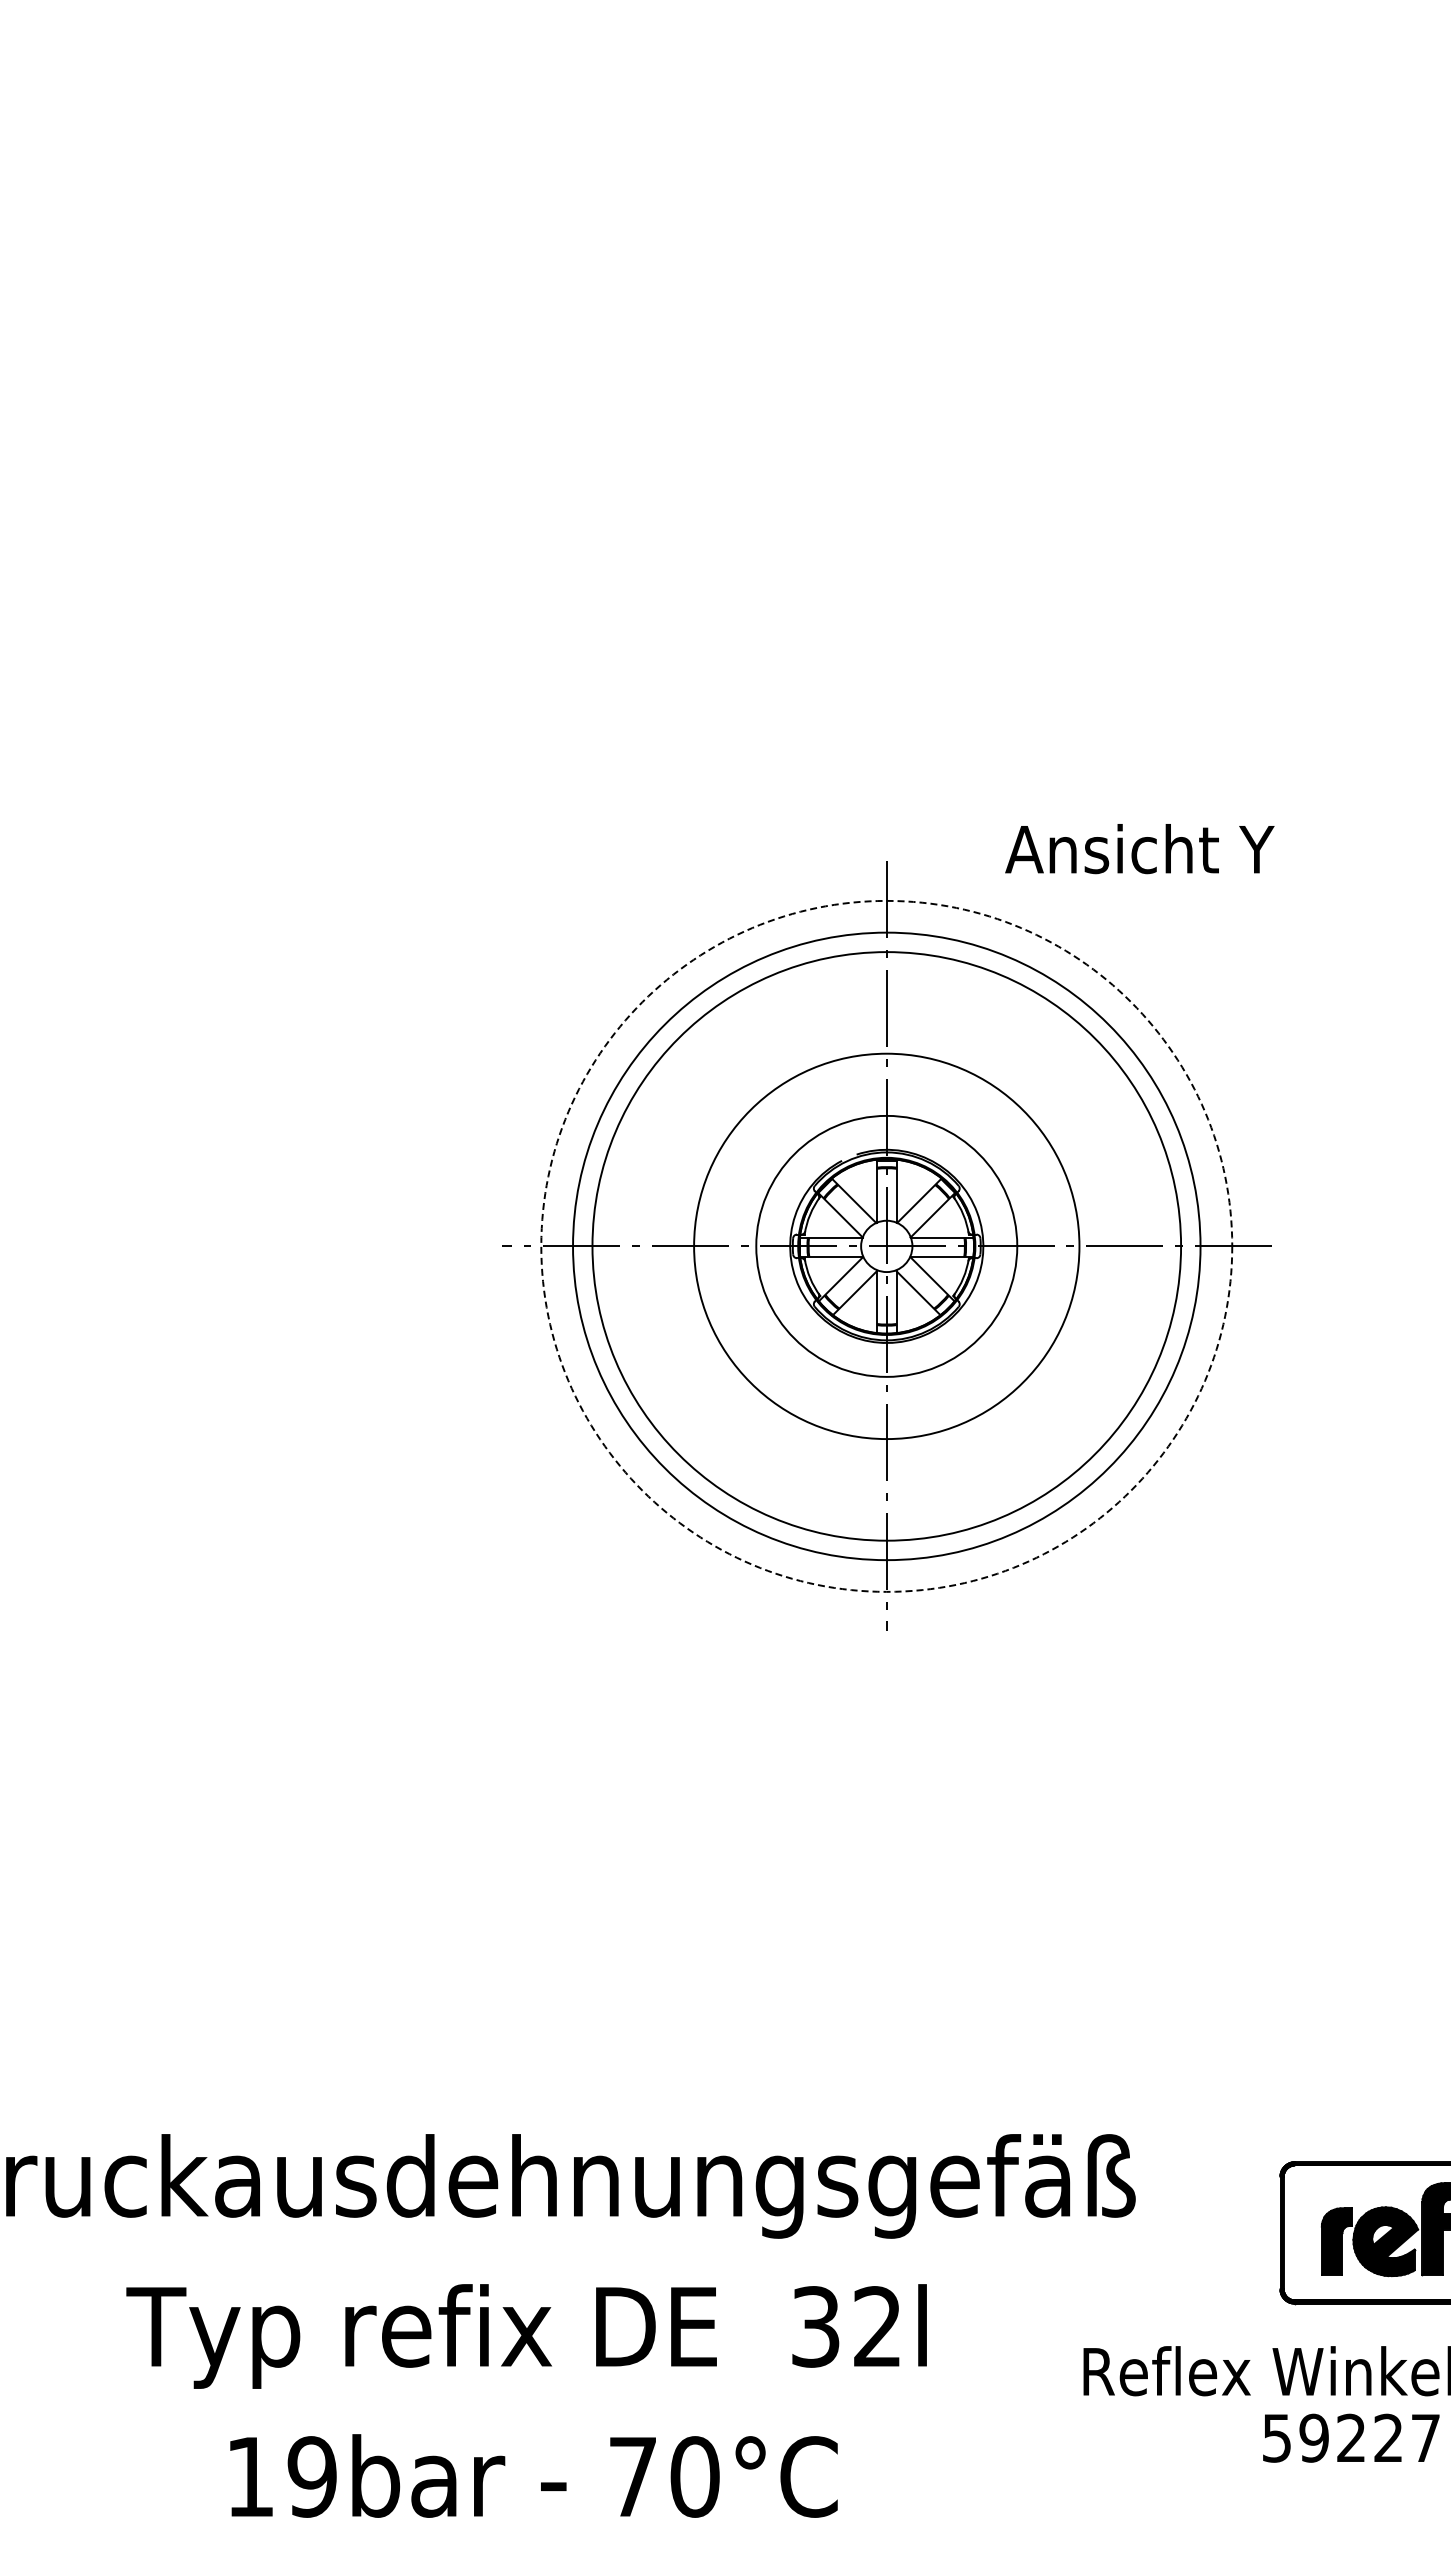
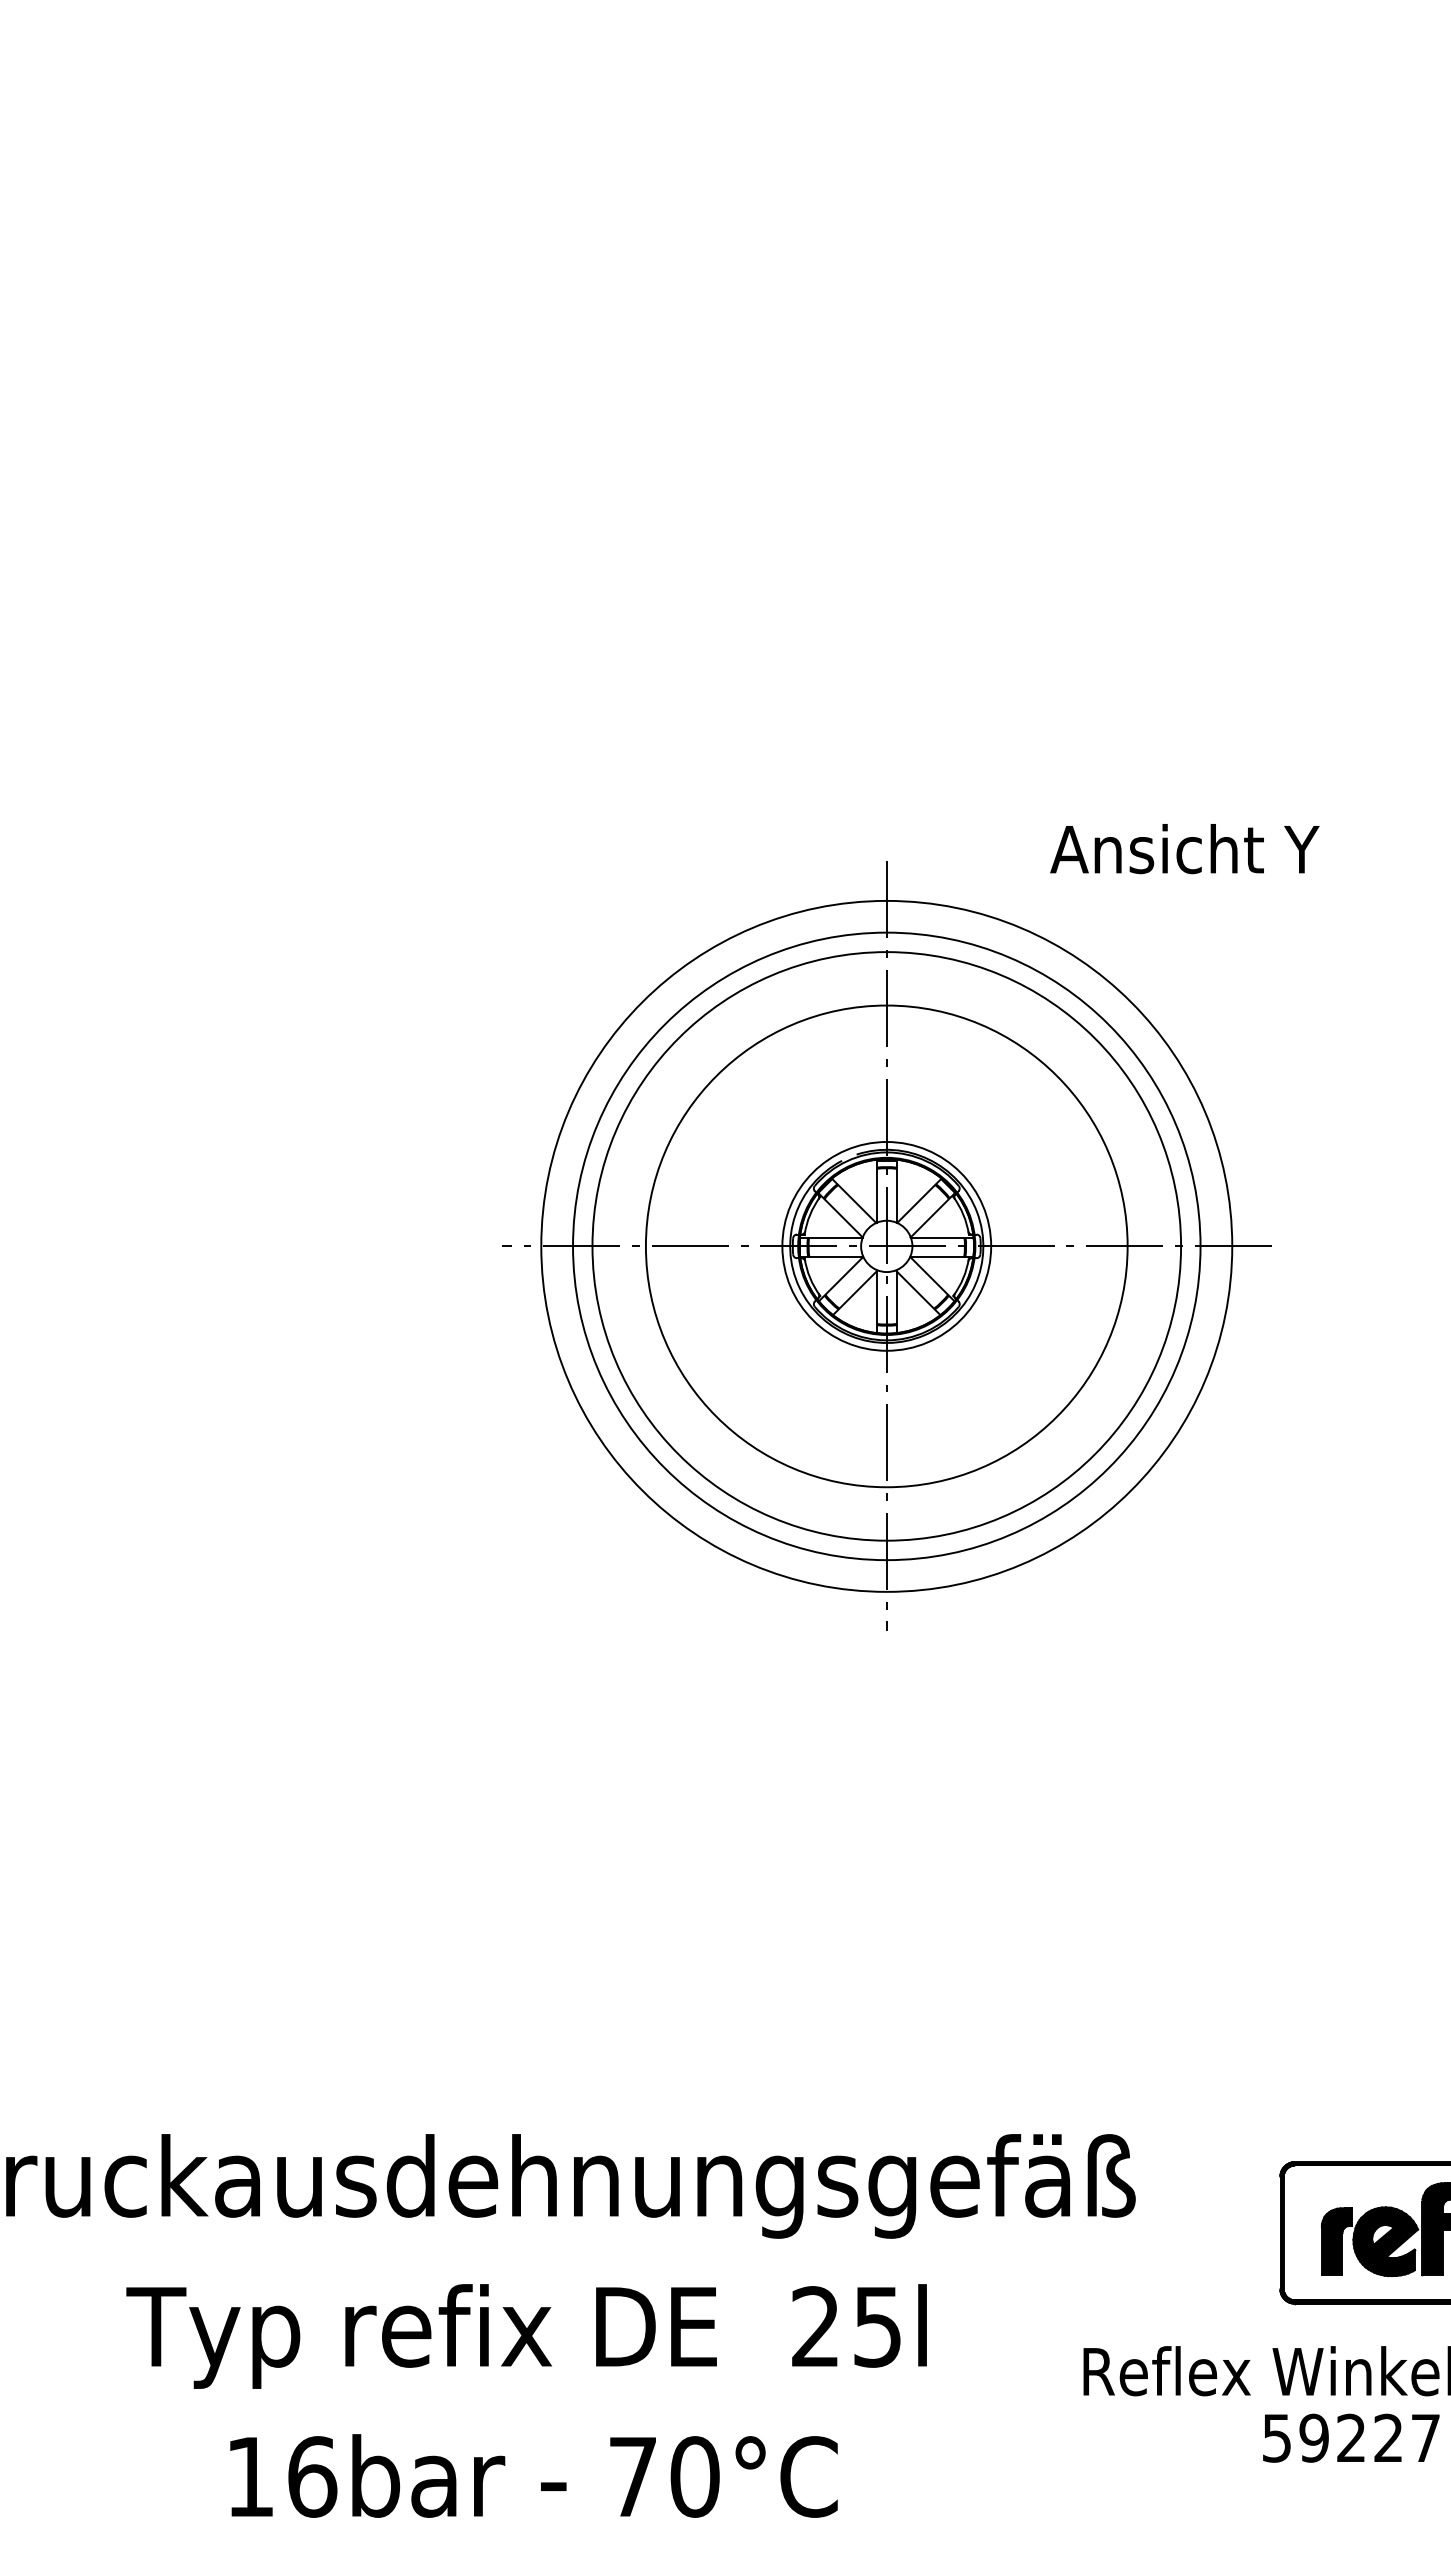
text at (1139, 849) position: (1139, 849) -> (1184, 849)
circle at (886, 1245) diameter: 261 px -> 209 px
circle at (886, 1245): dashed -> solid
circle at (886, 1246) diameter: 385 px -> 482 px
text at (846, 2326): 32l -> 25l
text at (312, 2476): 19bar -> 16bar
